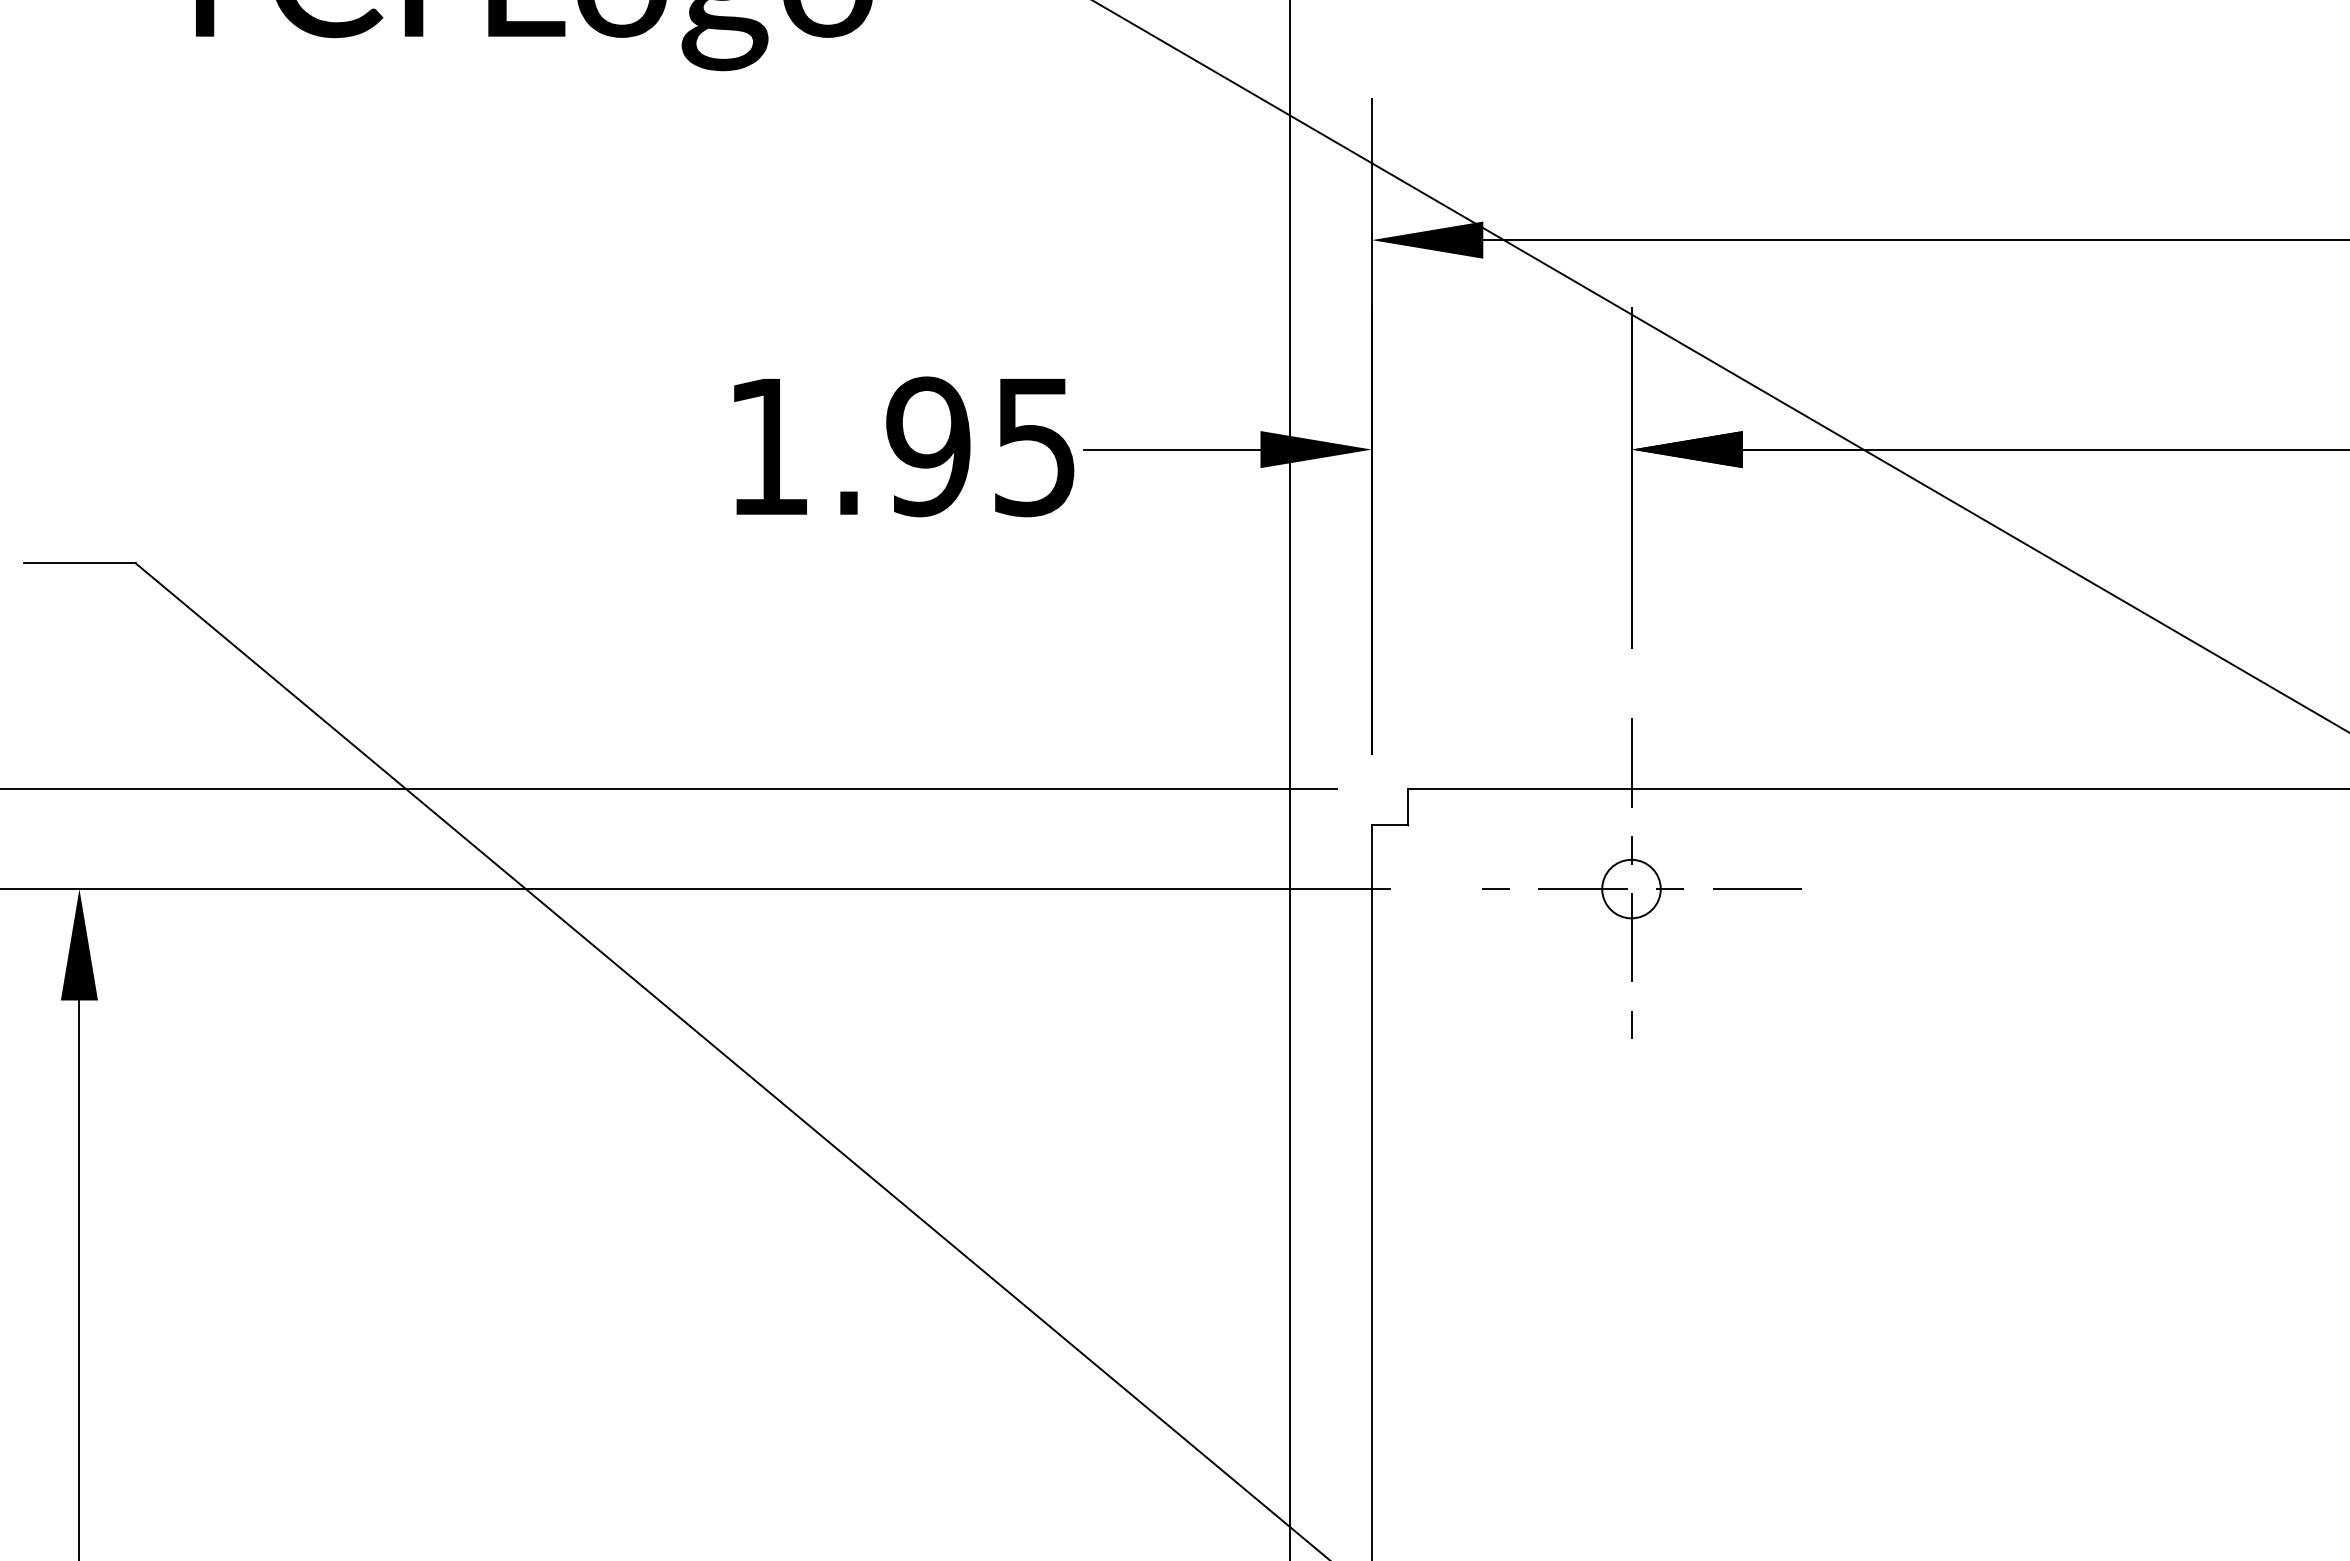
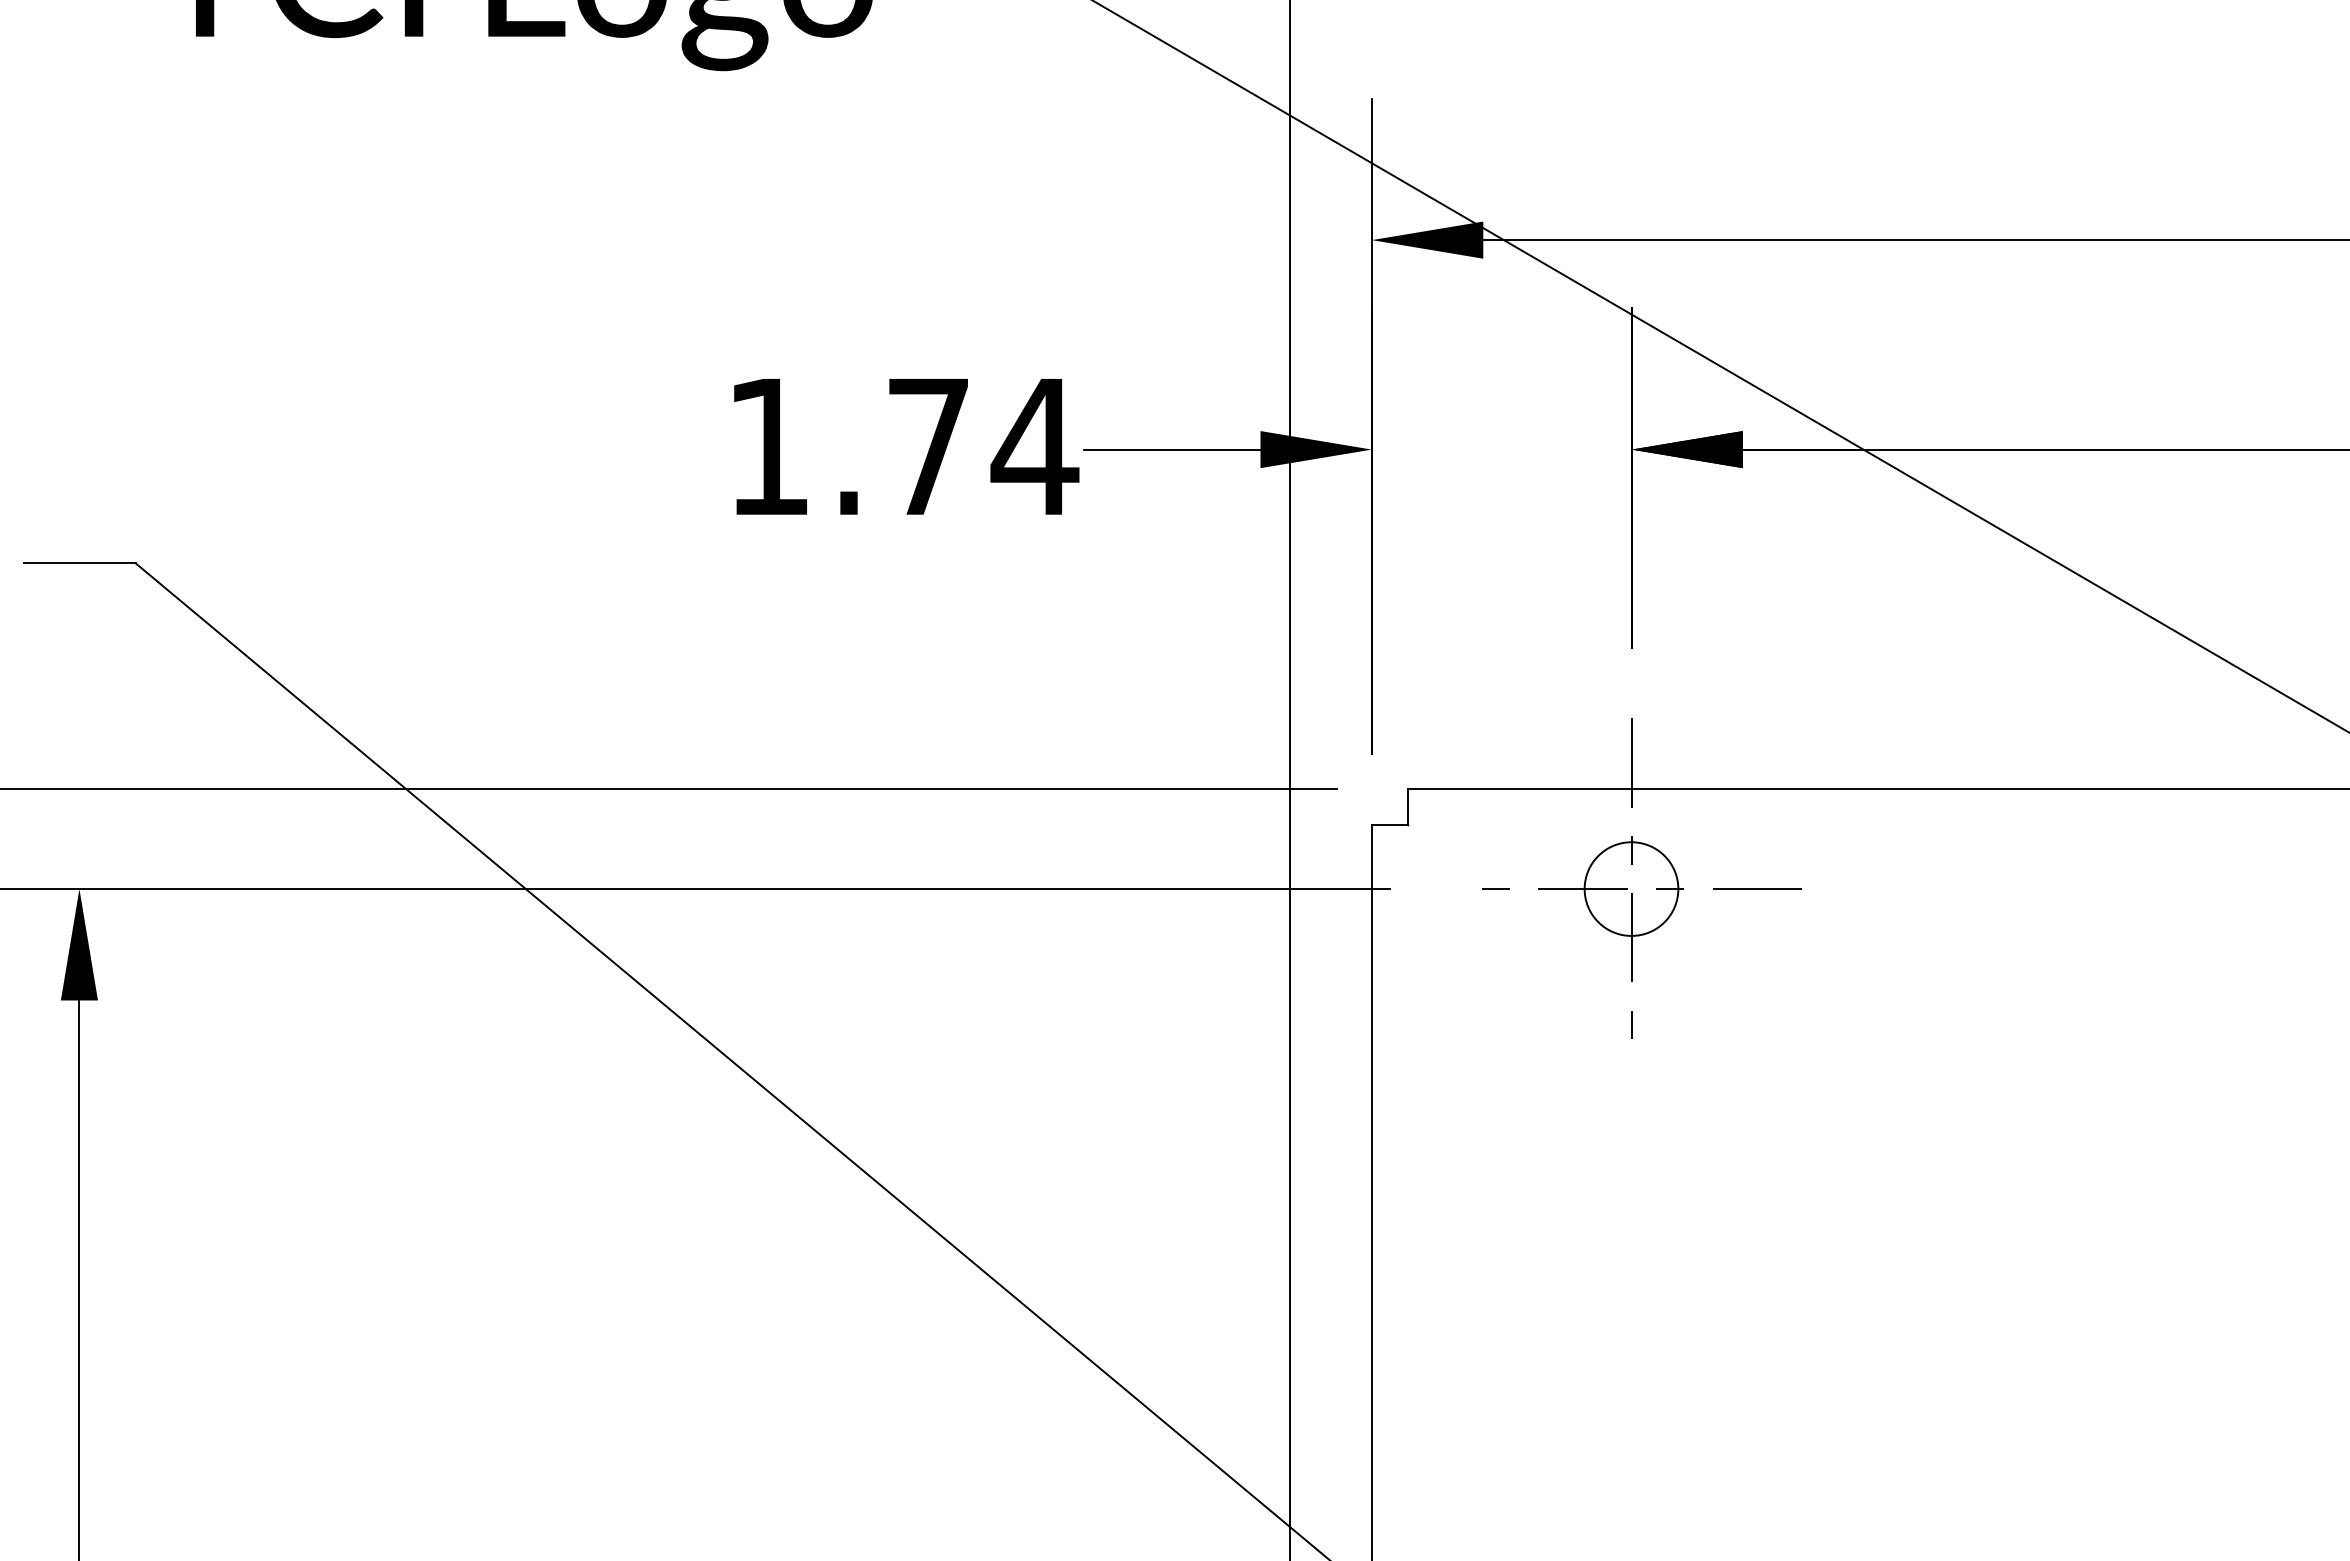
text at (982, 446): 1.95 -> 1.74
circle at (1631, 888) diameter: 59 px -> 94 px
